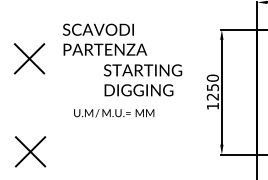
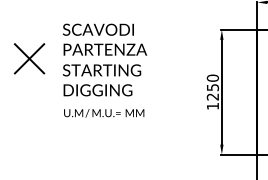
text at (143, 80) position: (143, 80) -> (102, 80)
text at (114, 113) position: (114, 113) -> (104, 113)
part at (30, 151): present -> none
